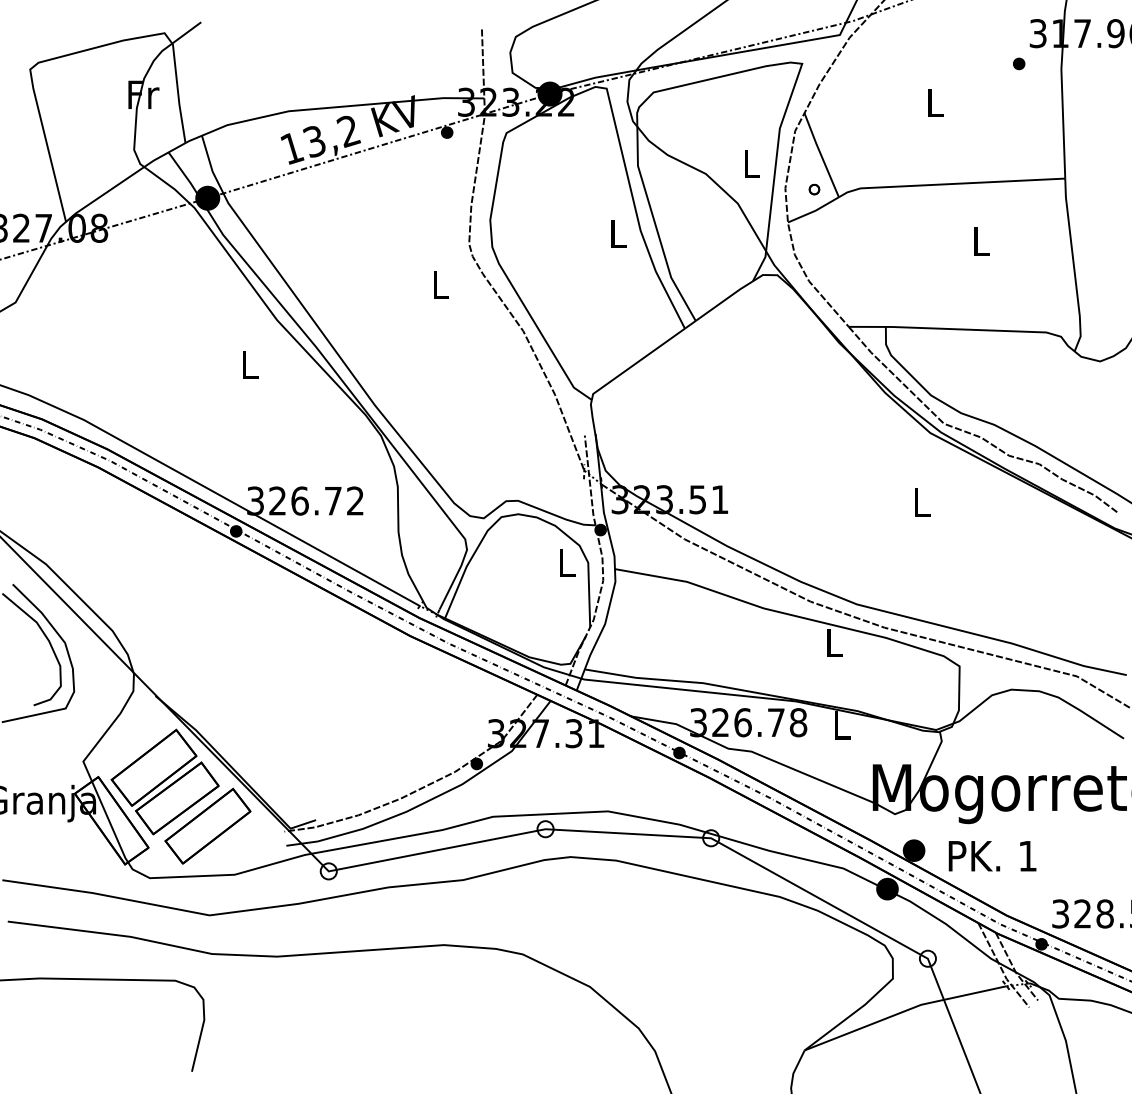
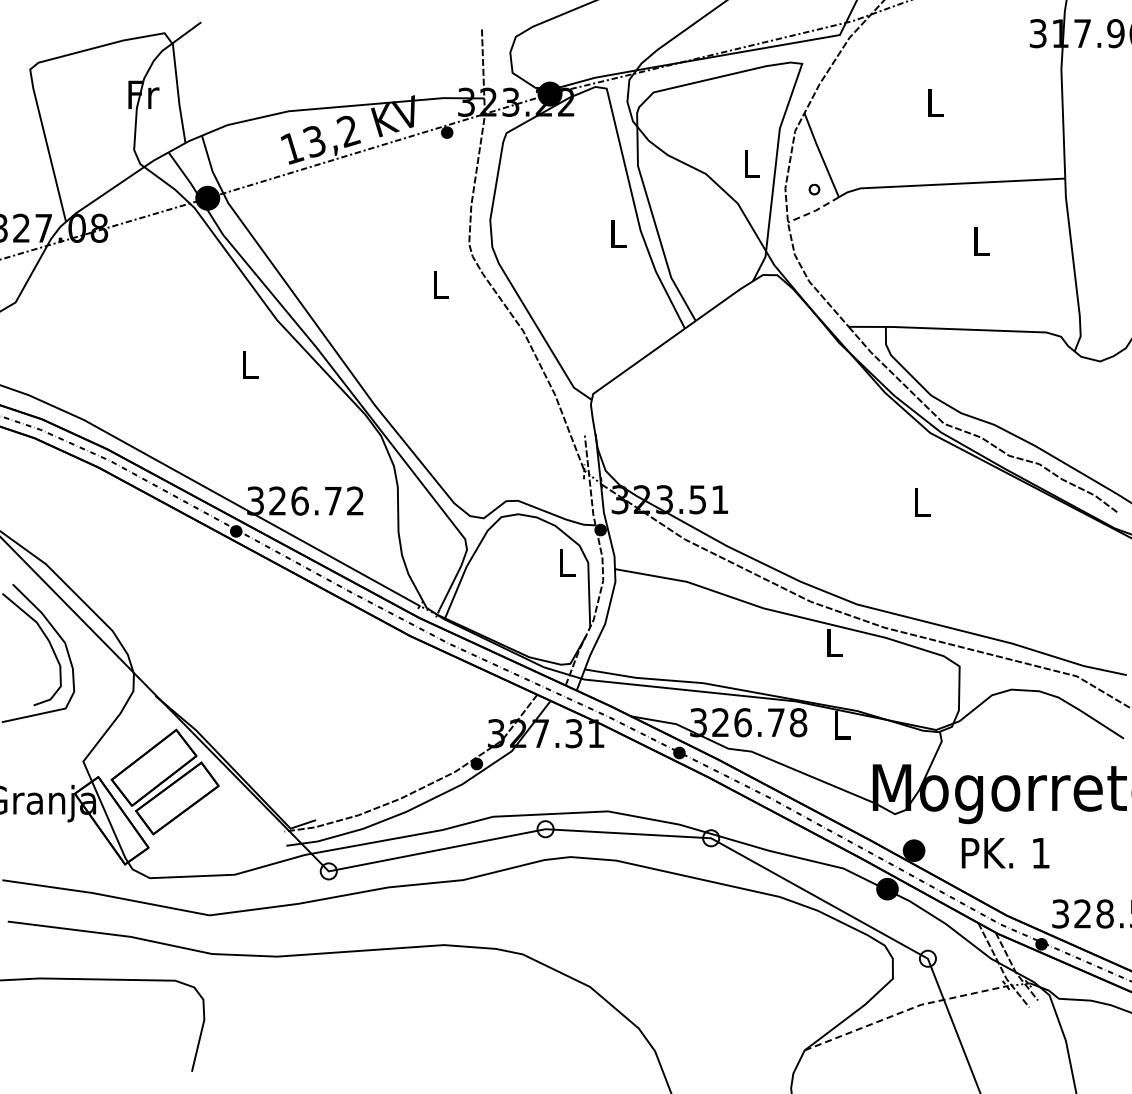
part at (1019, 63): present -> none
line at (813, 211): solid -> dashed
part at (207, 825): present -> none
text at (992, 856) position: (992, 856) -> (1005, 853)
line at (904, 1011): solid -> dashed
